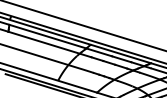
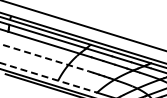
line at (48, 58): solid -> dashed
line at (48, 77): solid -> dashed
